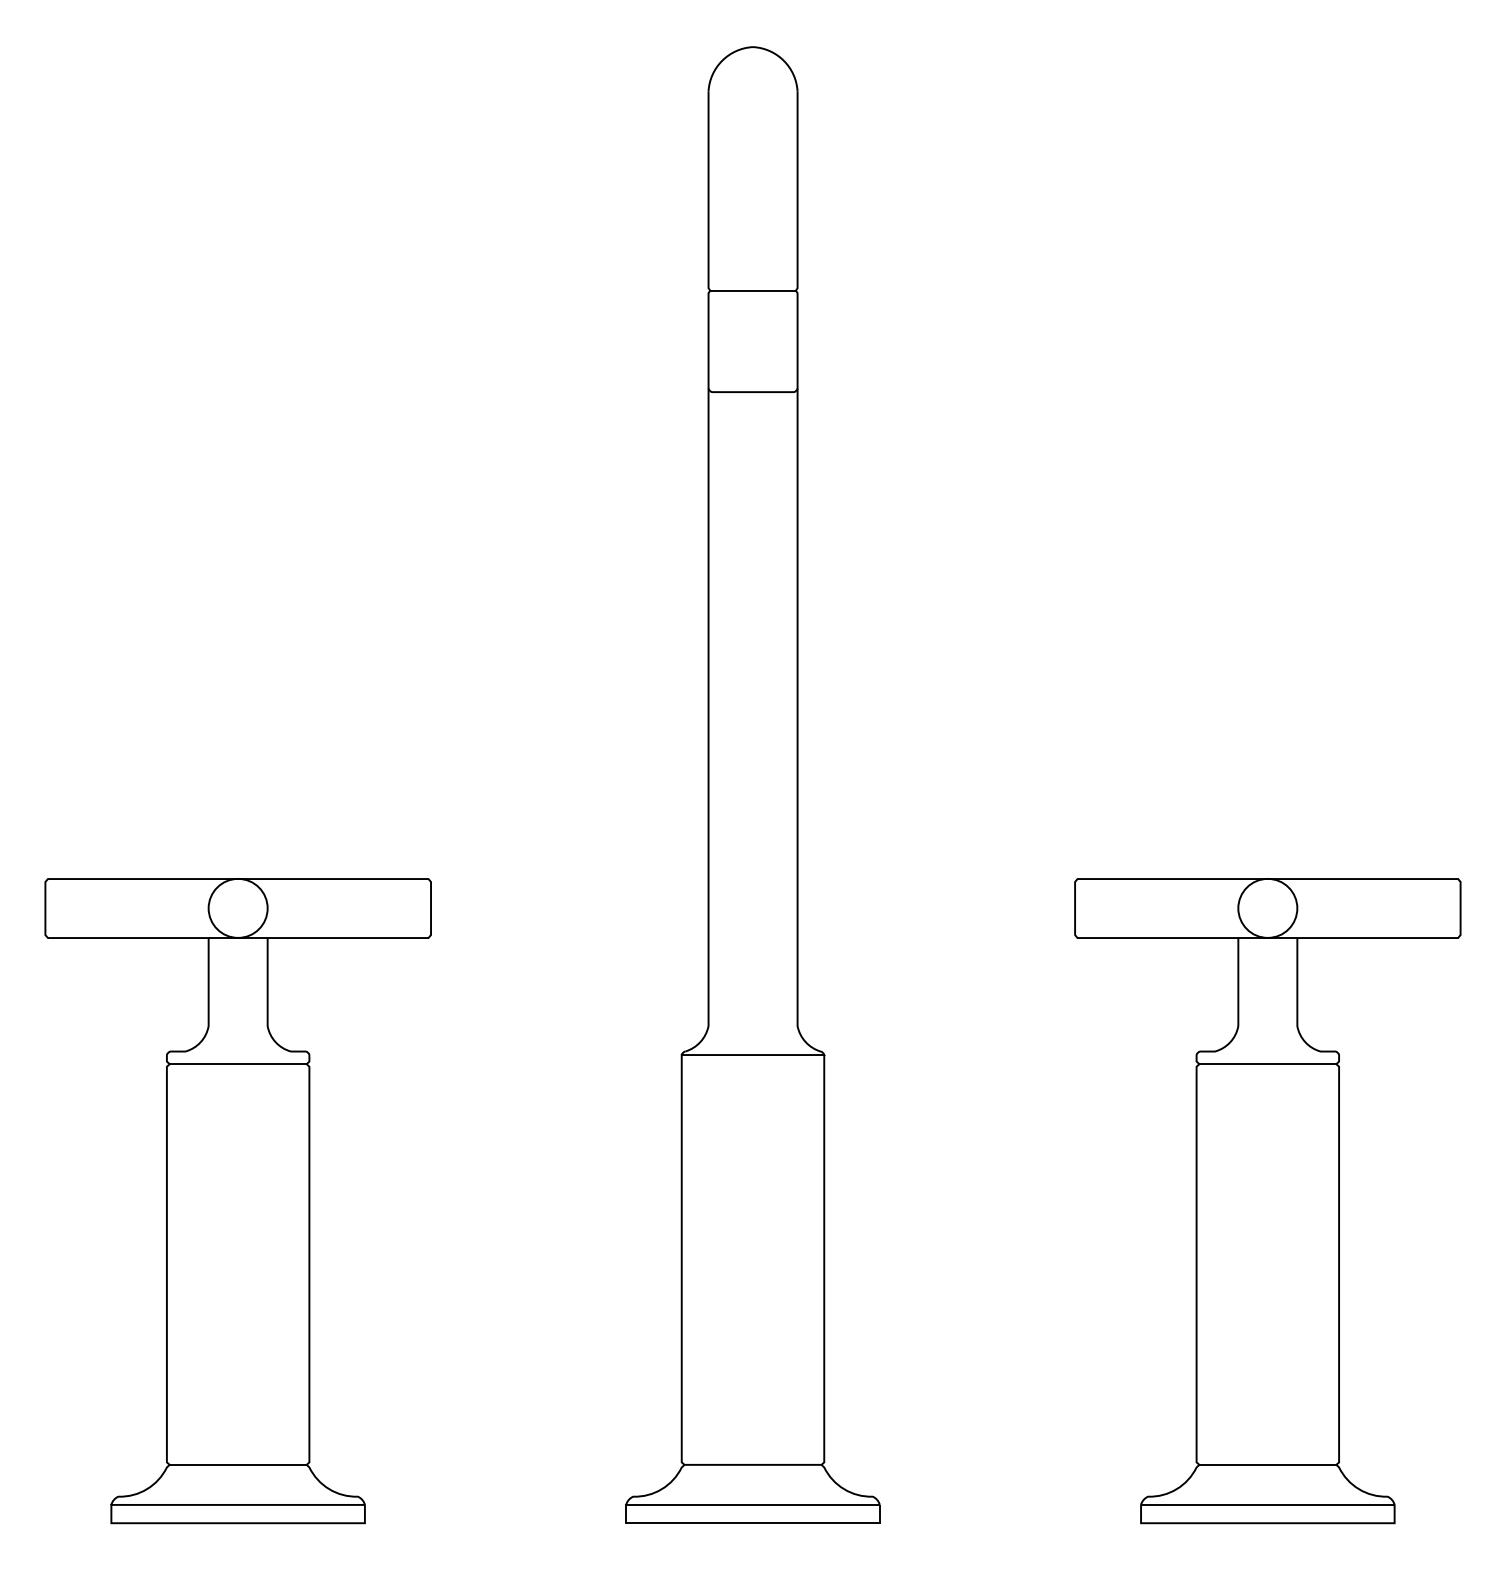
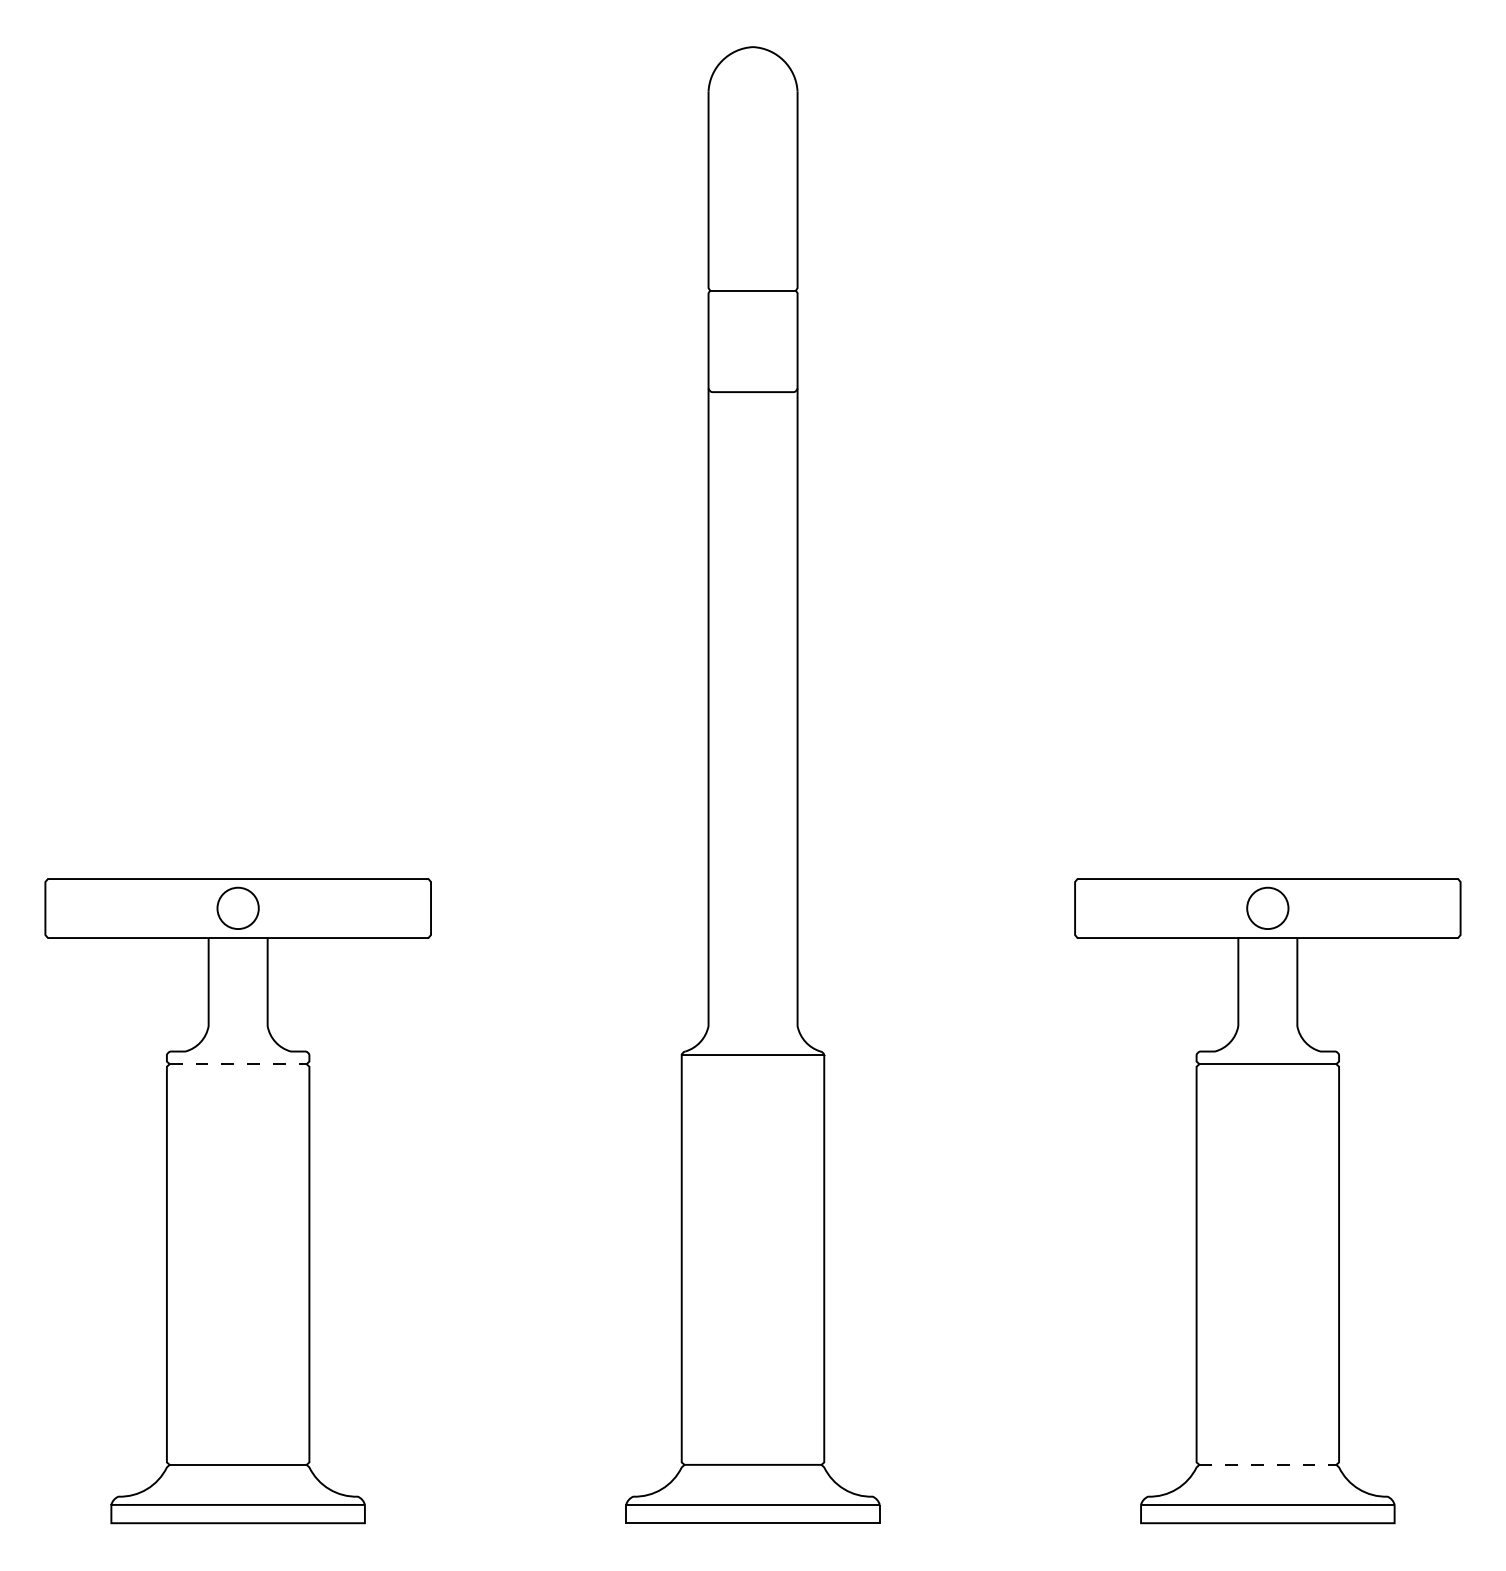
circle at (237, 907) diameter: 59 px -> 41 px
circle at (1267, 907) diameter: 59 px -> 41 px
line at (238, 1064): solid -> dashed
line at (1268, 1464): solid -> dashed
